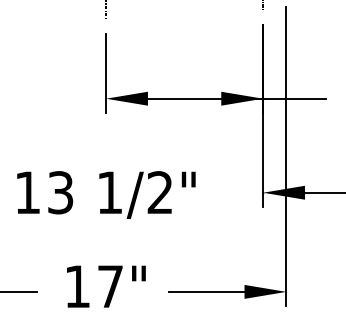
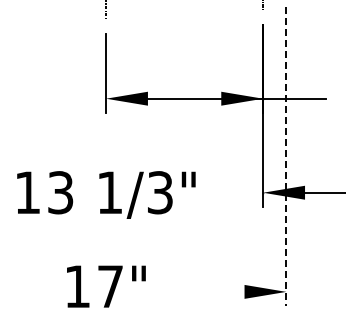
line at (286, 156): solid -> dashed
text at (159, 192): 1/2" -> 1/3"
line at (19, 291): present -> none
line at (206, 291): present -> none
